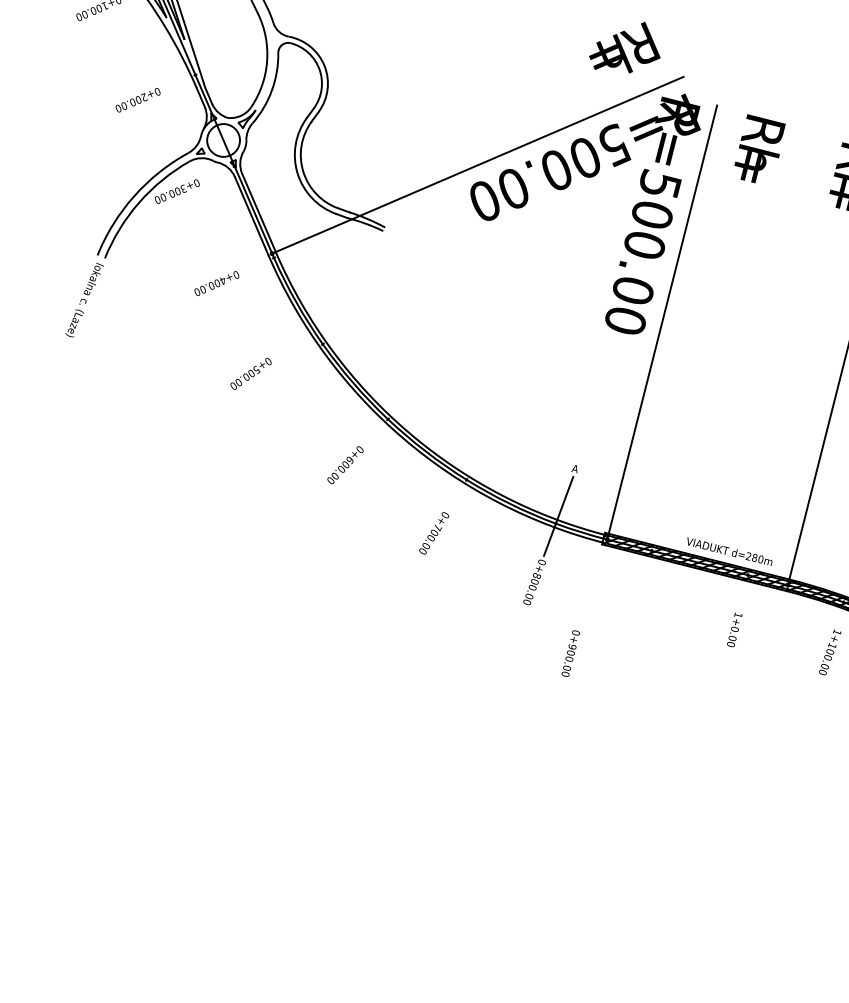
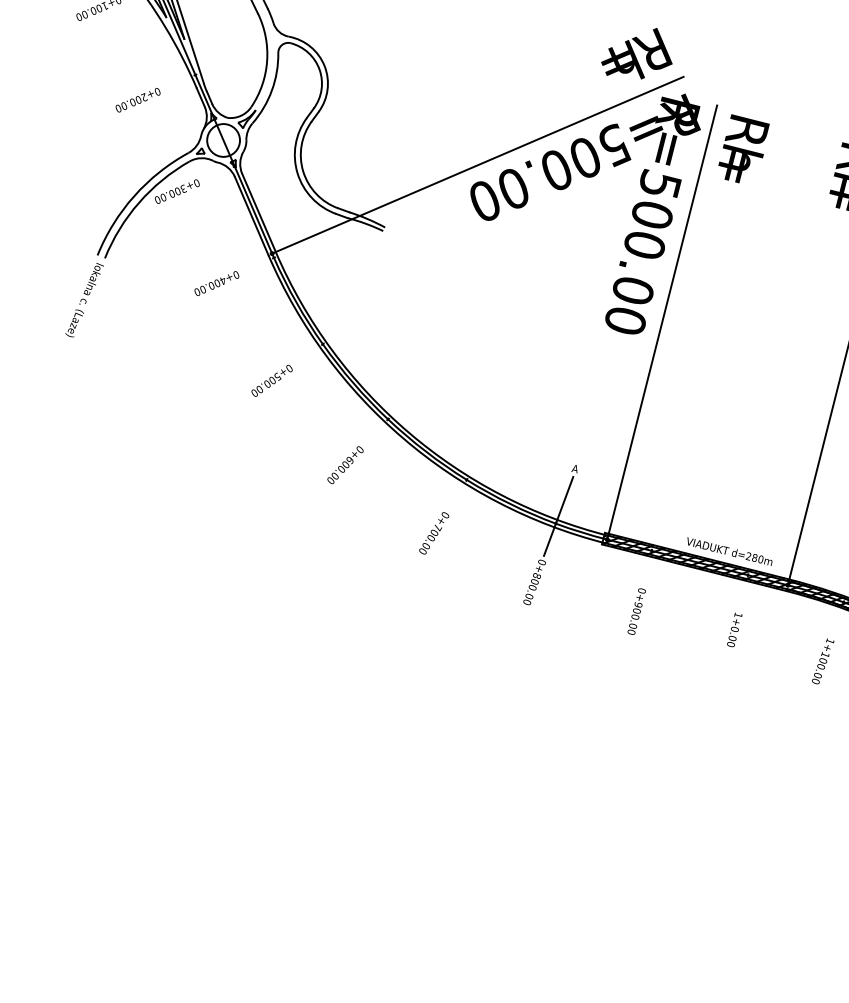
text at (624, 47) position: (624, 47) -> (636, 53)
text at (759, 148) position: (759, 148) -> (743, 148)
text at (250, 373) position: (250, 373) -> (271, 380)
text at (830, 652) position: (830, 652) -> (823, 661)
text at (570, 653) position: (570, 653) -> (636, 611)
